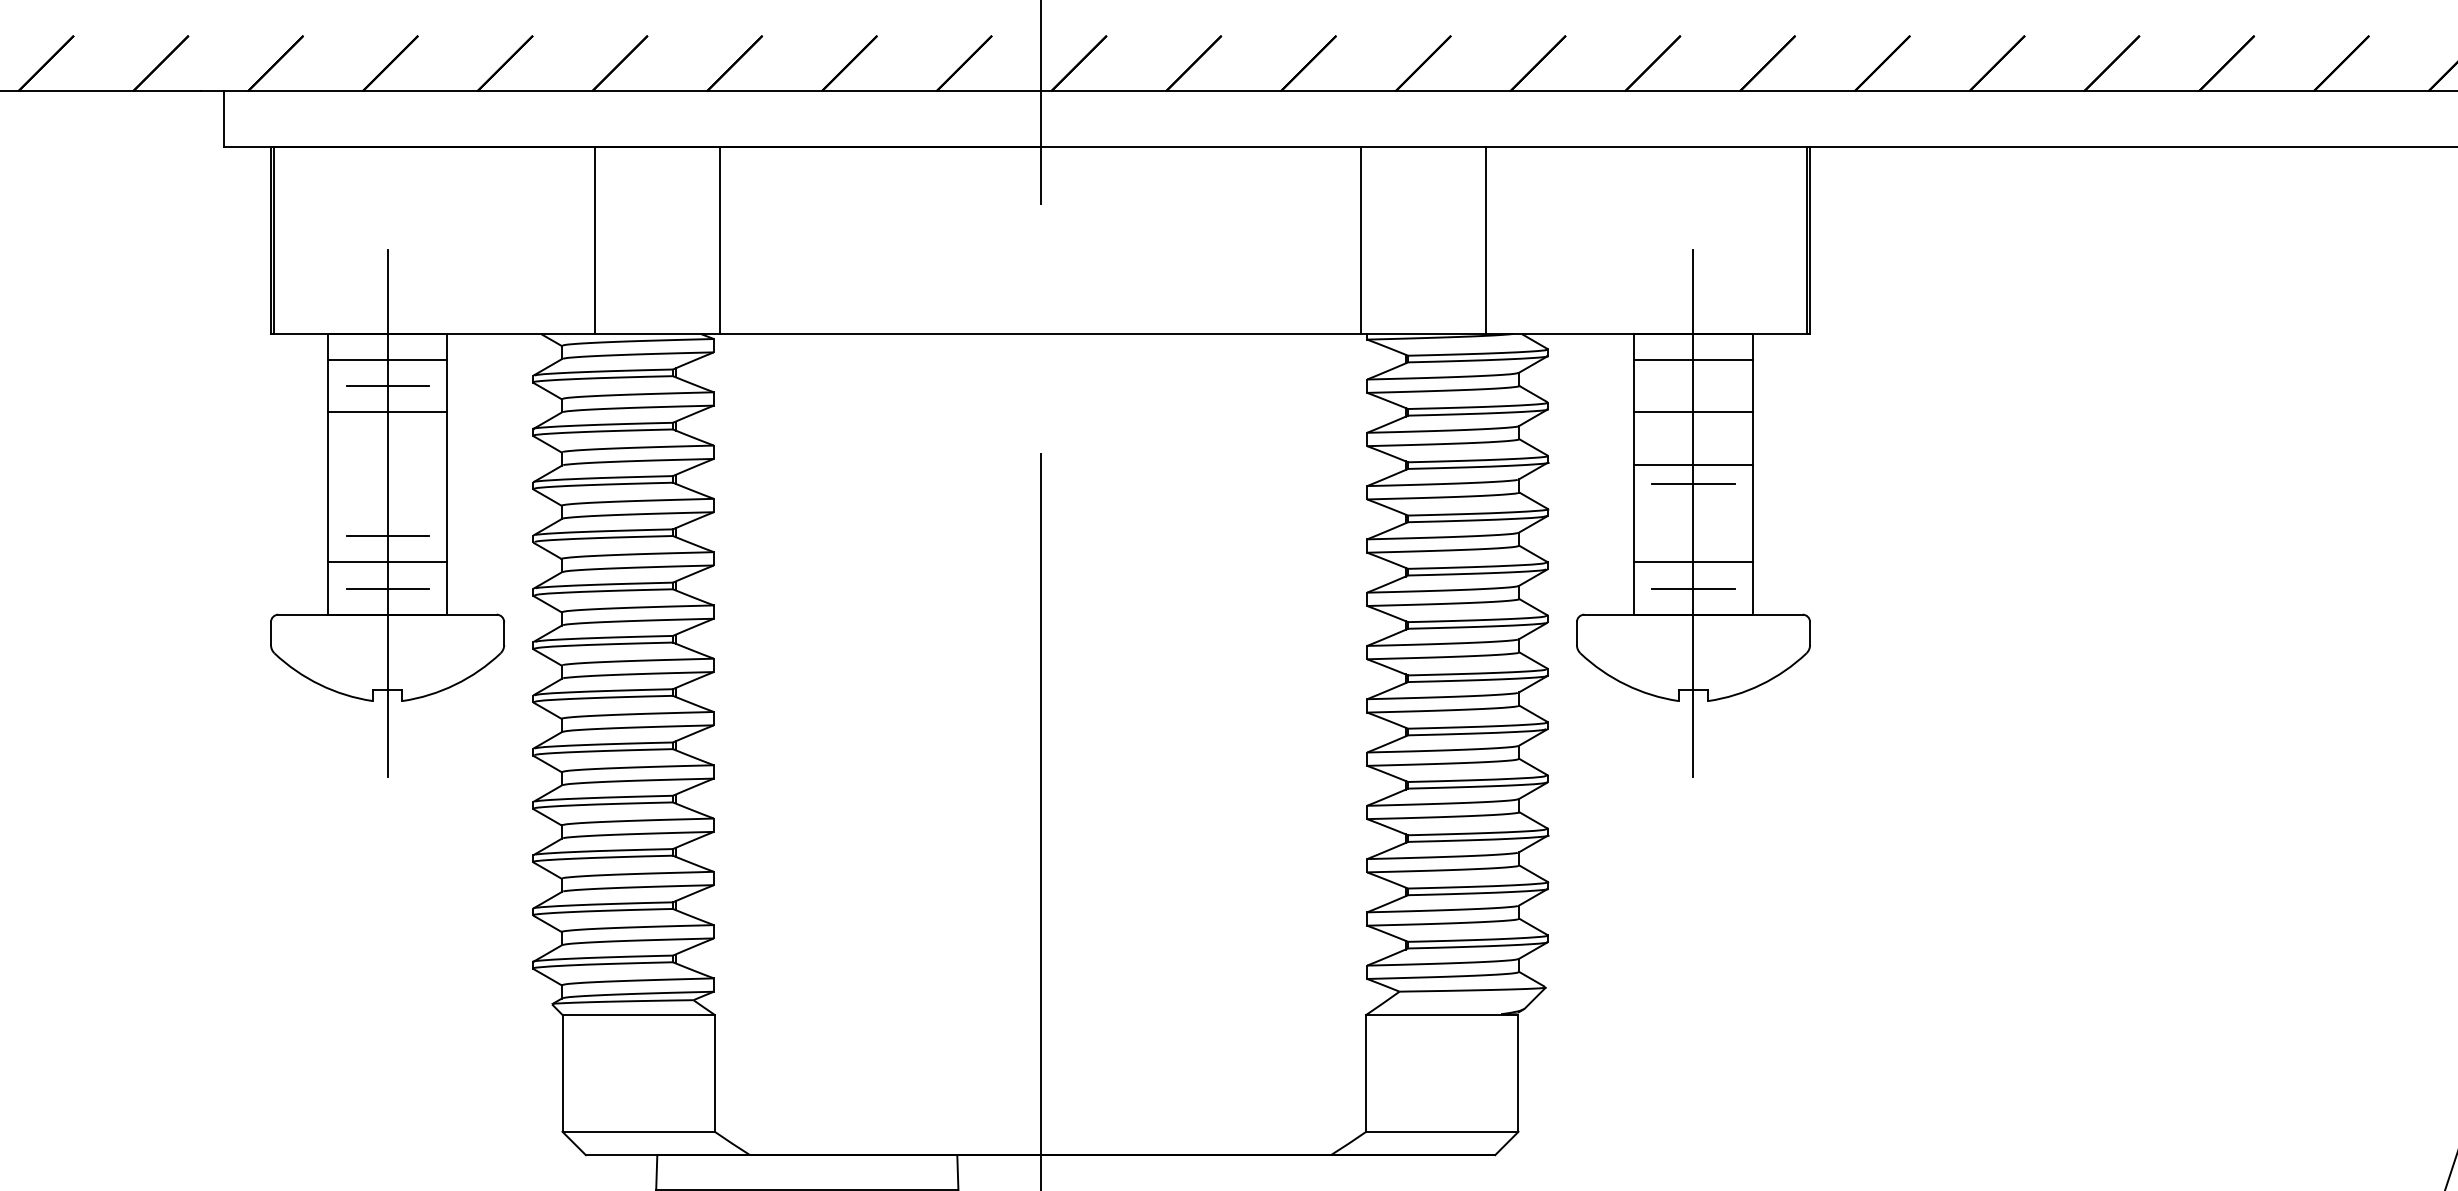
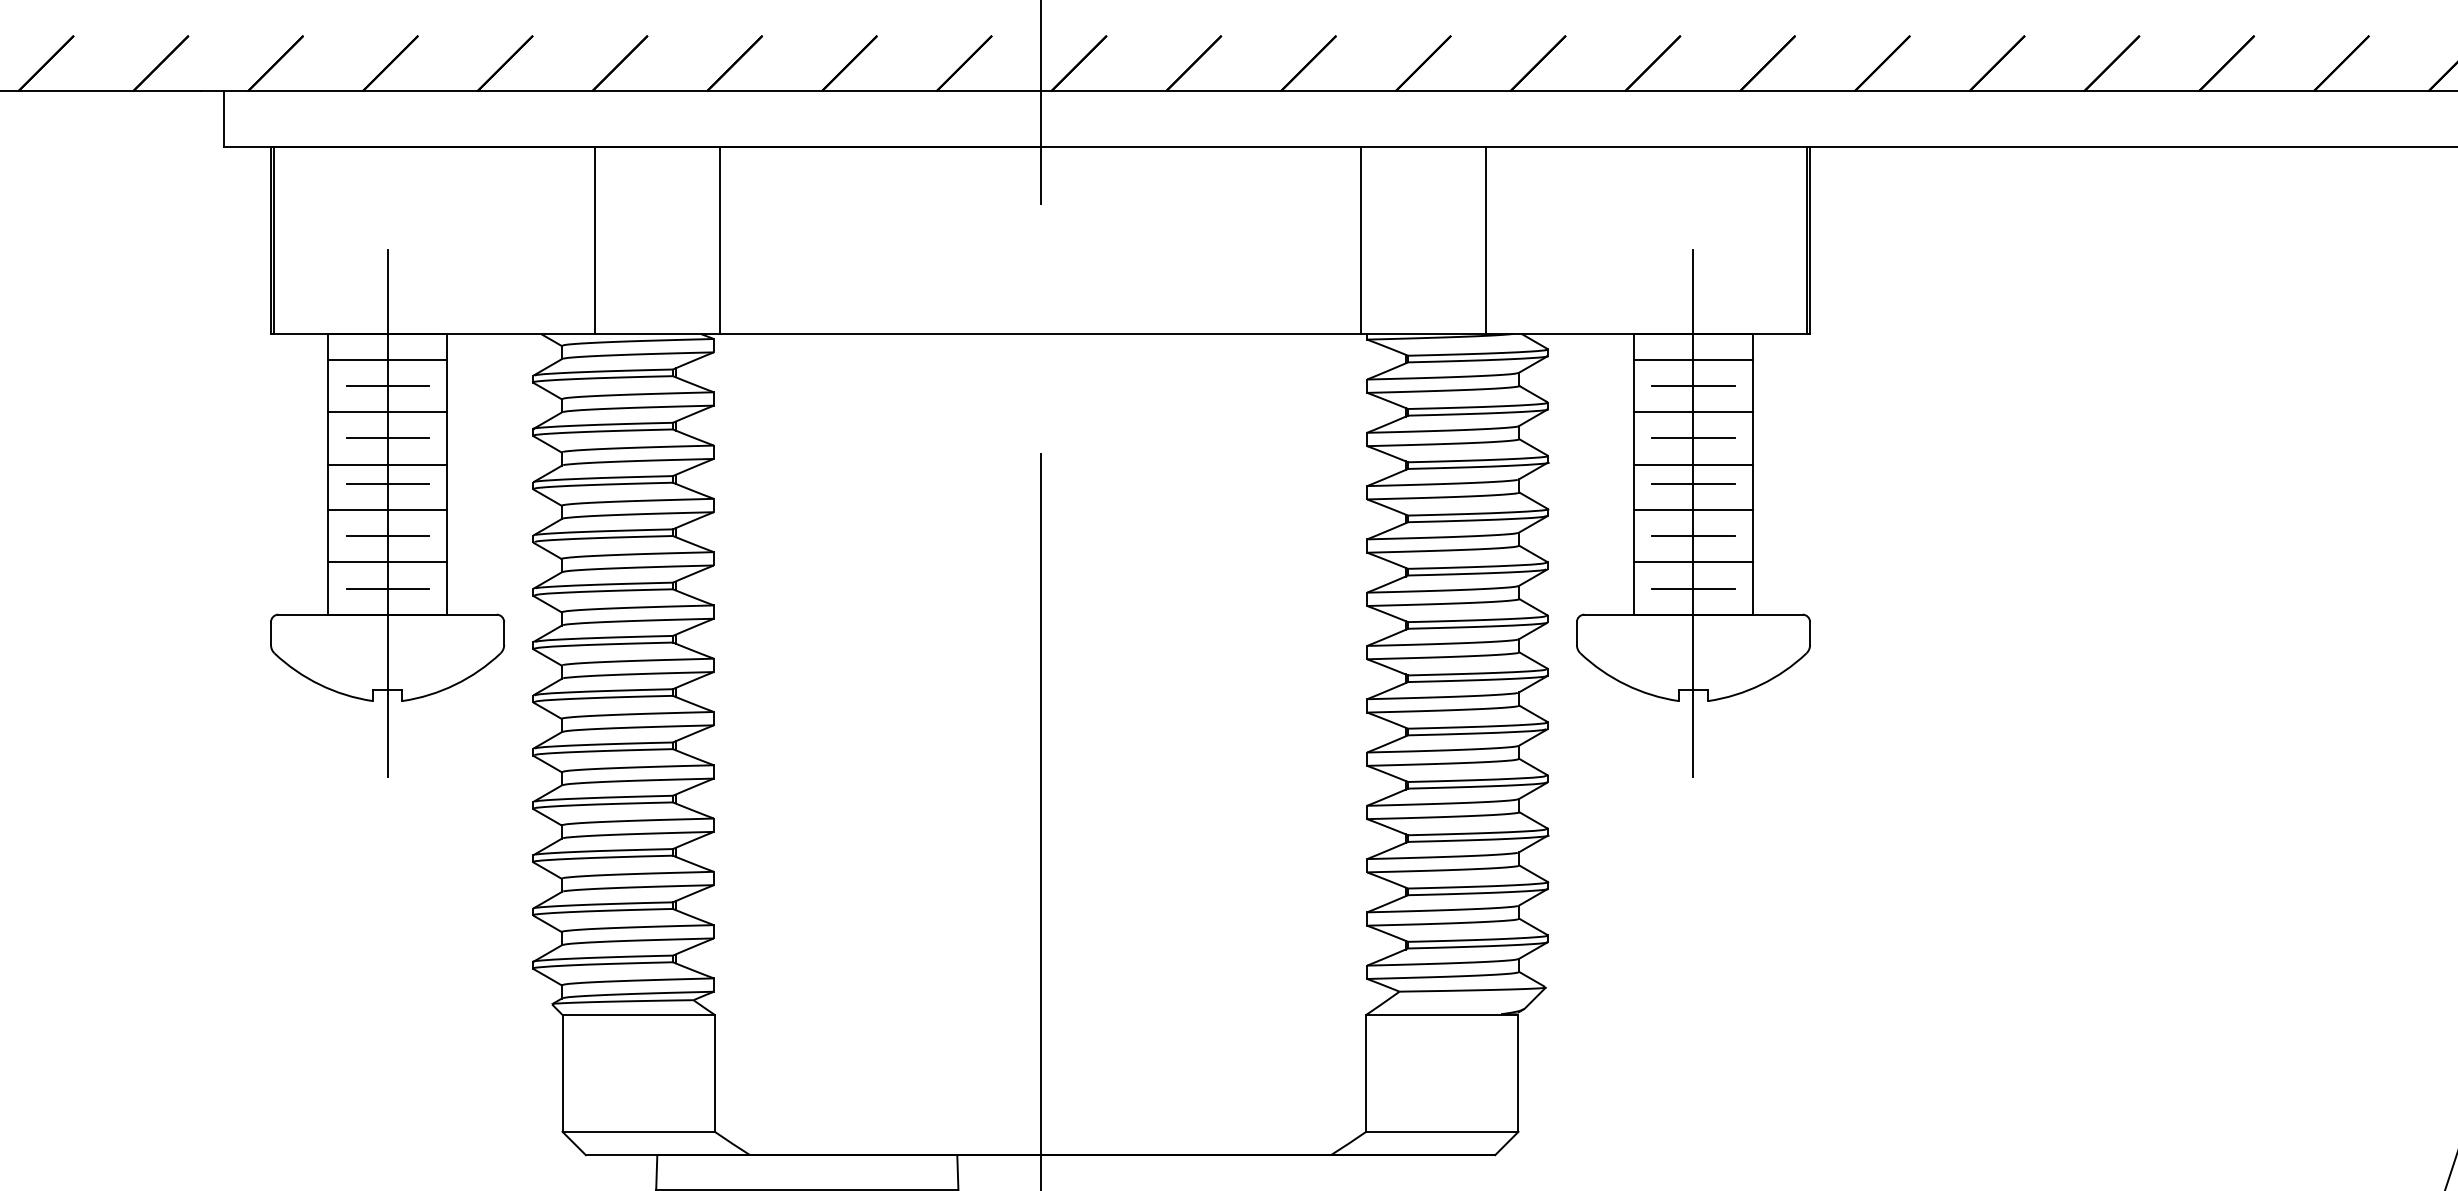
line at (1693, 386): none -> present
line at (387, 438): none -> present
line at (1693, 438): none -> present
line at (387, 464): none -> present
line at (387, 484): none -> present
line at (387, 510): none -> present
line at (1693, 510): none -> present
line at (1693, 536): none -> present
